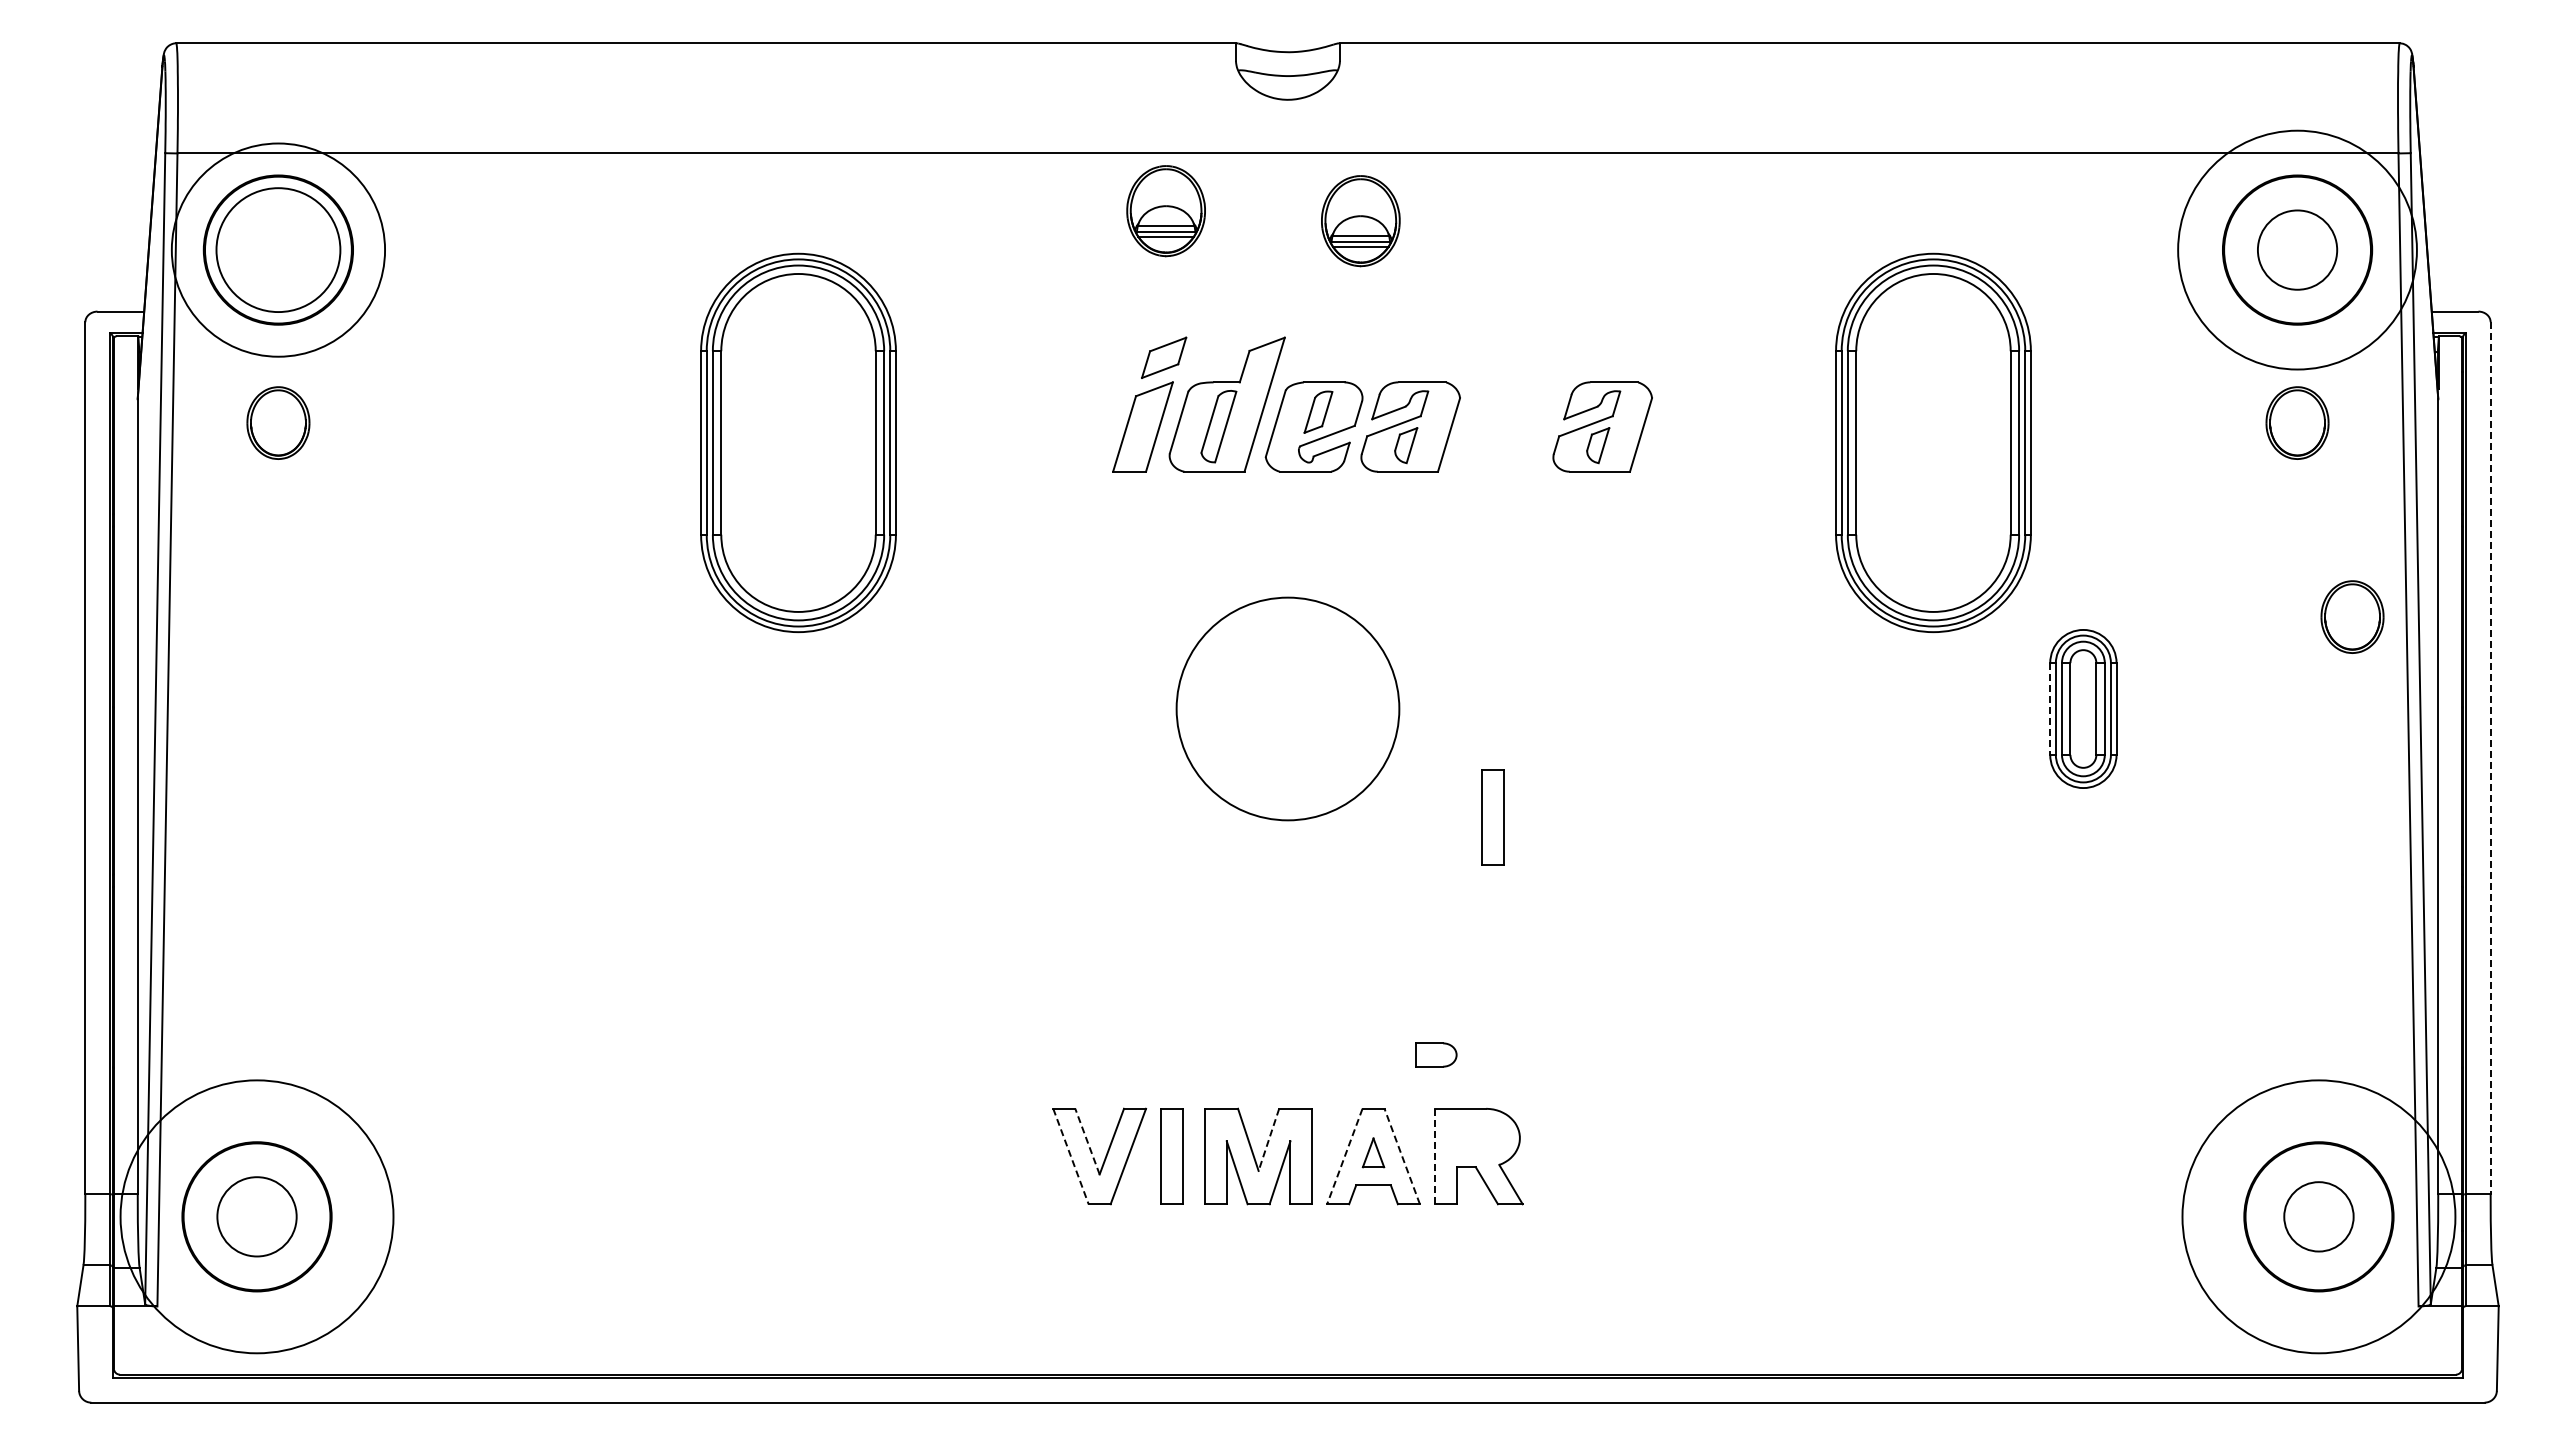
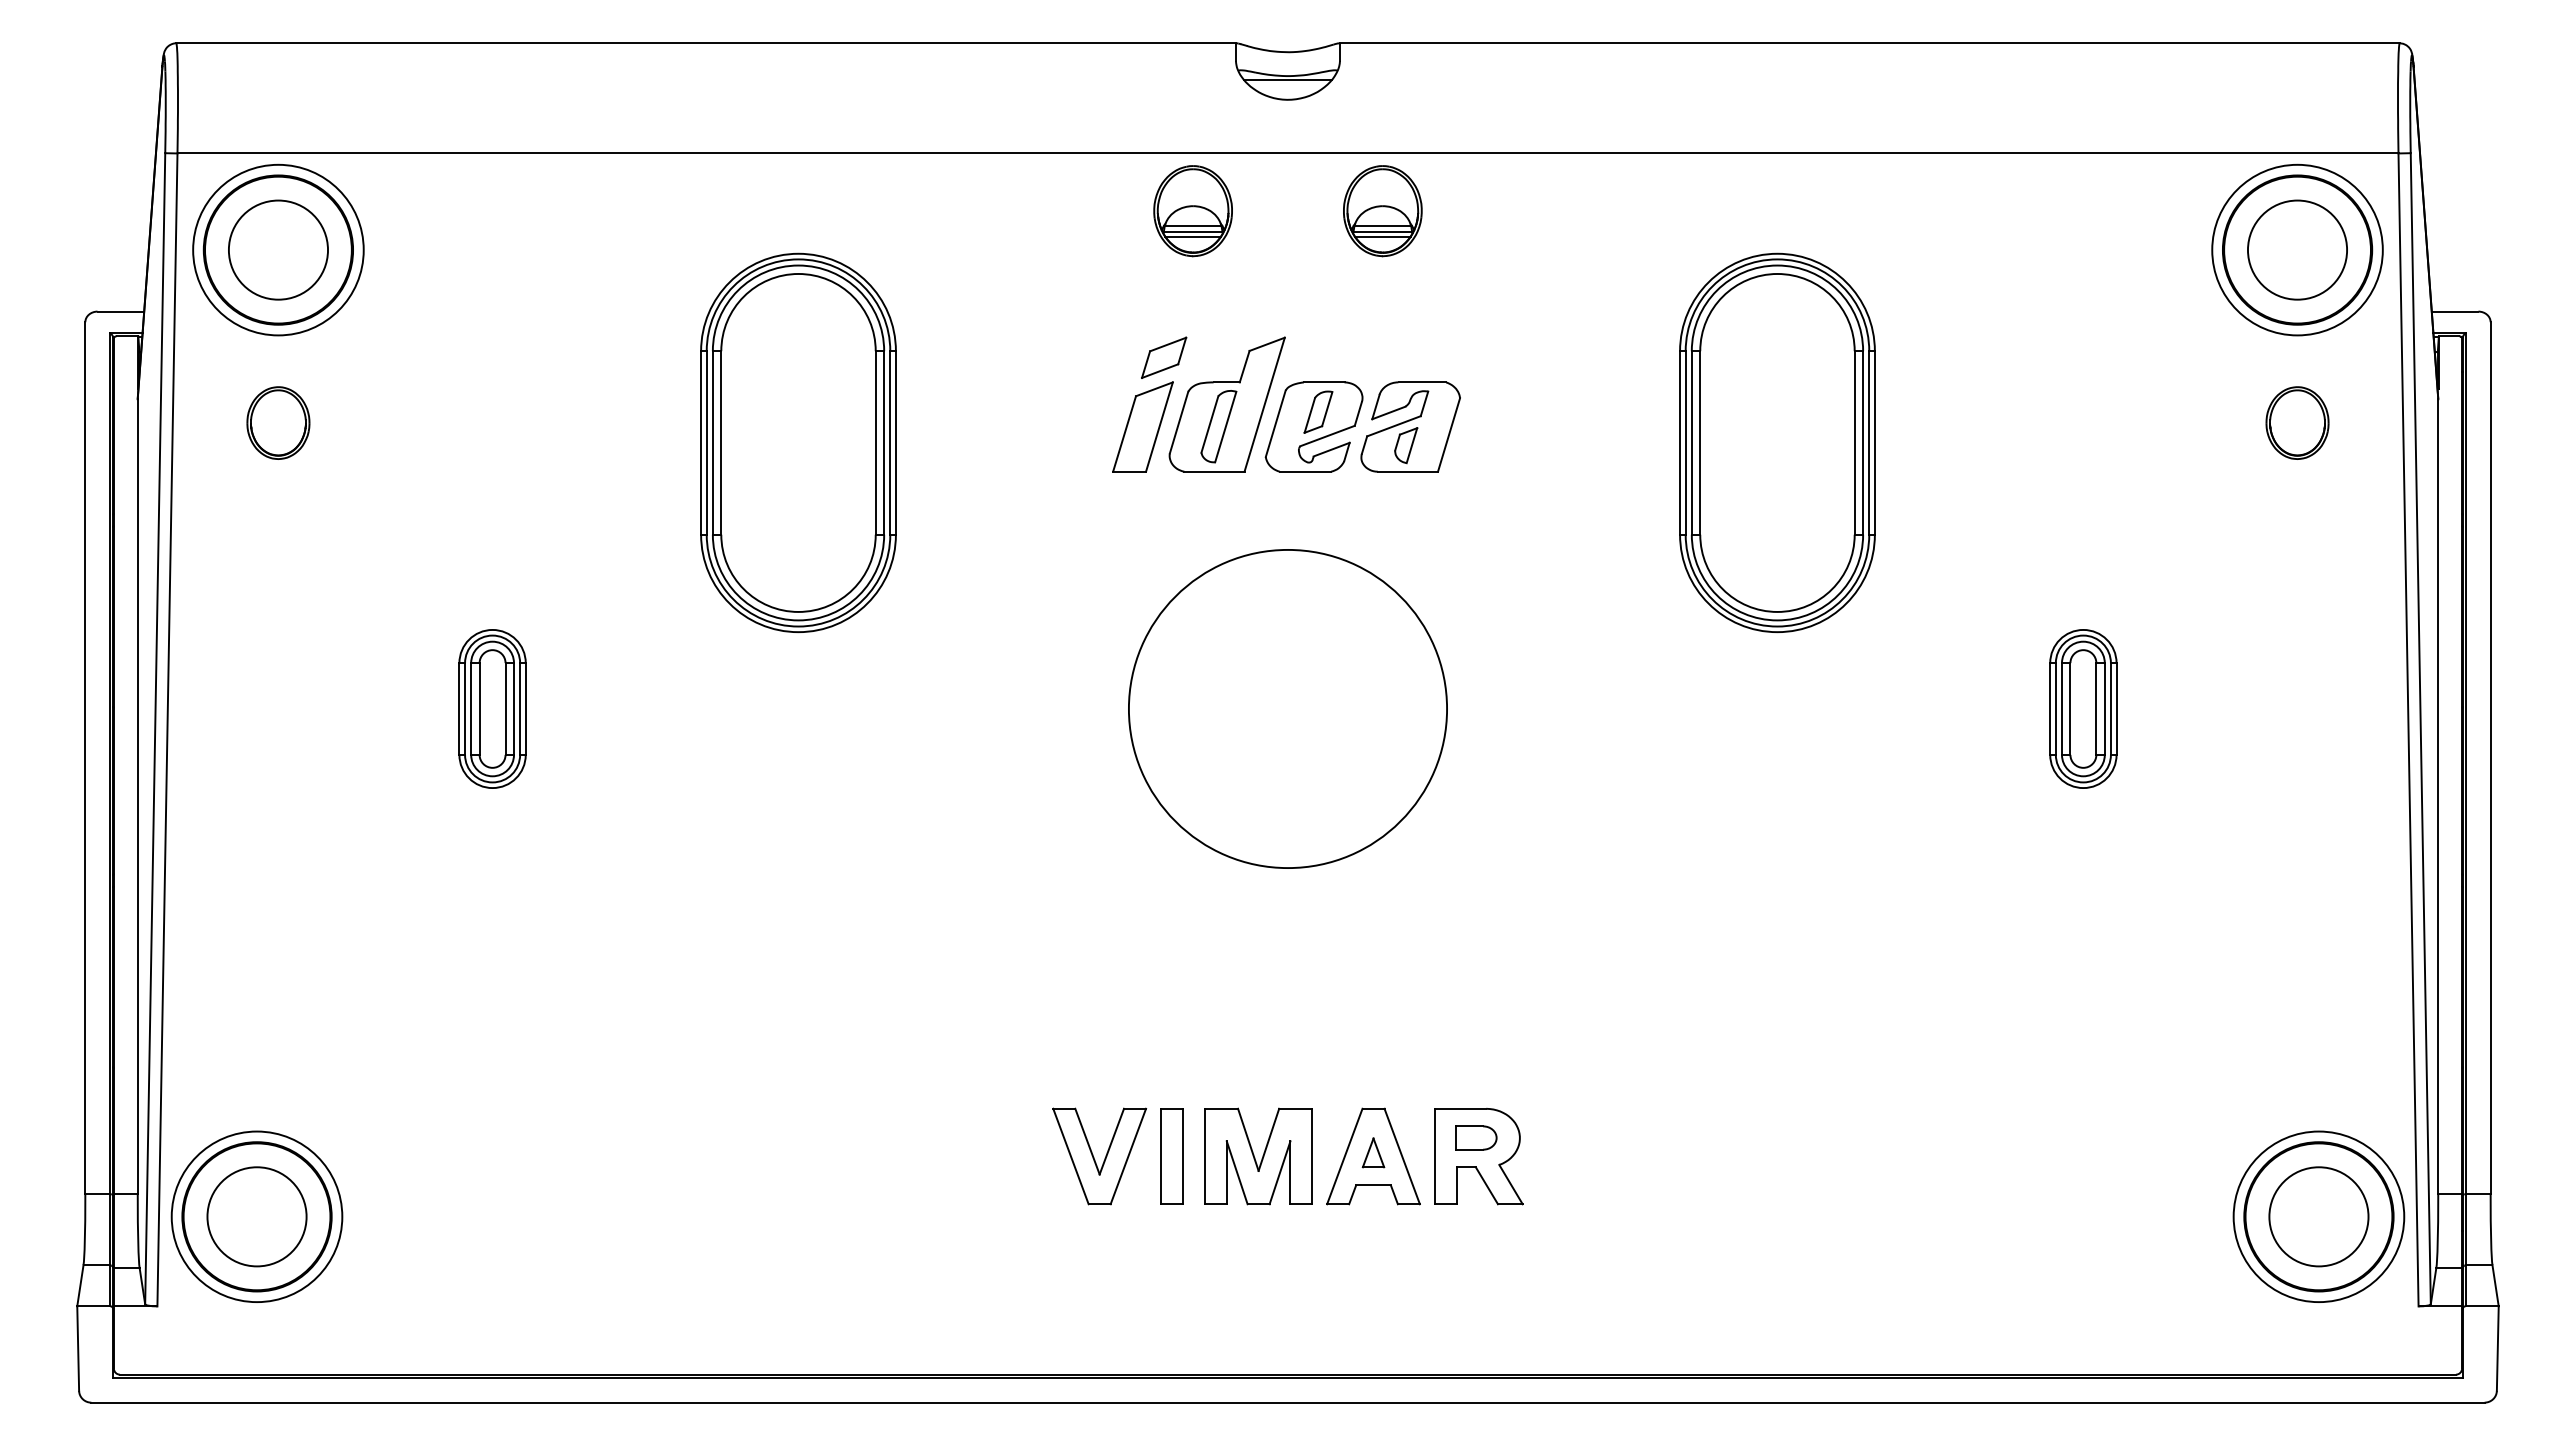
line at (1287, 80): none -> present
part at (1165, 211) position: (1165, 211) -> (1192, 211)
part at (1360, 221) position: (1360, 221) -> (1382, 211)
circle at (278, 249) diameter: 213 px -> 171 px
circle at (2297, 249) diameter: 239 px -> 171 px
circle at (2297, 249) diameter: 79 px -> 99 px
circle at (278, 250) diameter: 124 px -> 99 px
part at (1602, 426): present -> none
part at (1933, 442) position: (1933, 442) -> (1777, 442)
part at (2352, 616): present -> none
part at (492, 708): none -> present
circle at (1287, 708) size: 226x226 px -> 320x320 px
line at (2050, 709): dashed -> solid
line at (2490, 758): dashed -> solid
part at (1492, 817): present -> none
part at (1436, 1054) position: (1436, 1054) -> (1476, 1137)
line at (1268, 1139): dashed -> solid
line at (1087, 1141): dashed -> solid
line at (1070, 1156): dashed -> solid
line at (1344, 1156): dashed -> solid
line at (1402, 1156): dashed -> solid
line at (1434, 1156): dashed -> solid
circle at (256, 1216) diameter: 273 px -> 171 px
circle at (256, 1216) diameter: 79 px -> 99 px
circle at (2318, 1216) diameter: 273 px -> 171 px
circle at (2318, 1216) diameter: 69 px -> 99 px
